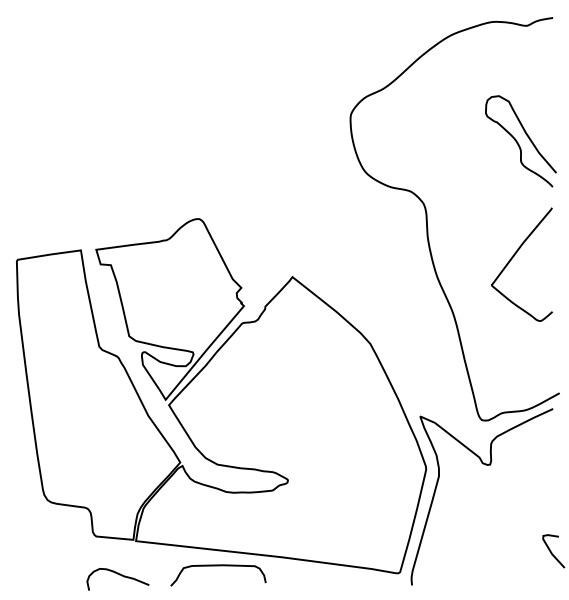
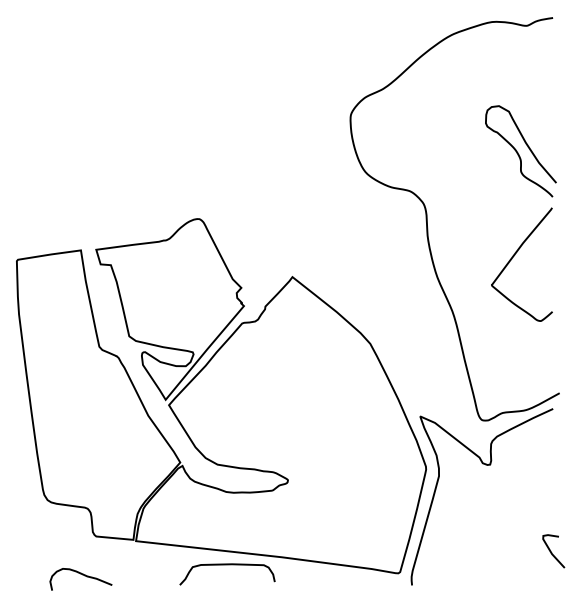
curve at (518, 142) position: (518, 142) -> (518, 152)
curve at (218, 566) position: (218, 566) -> (227, 565)
curve at (119, 575) position: (119, 575) -> (82, 575)
